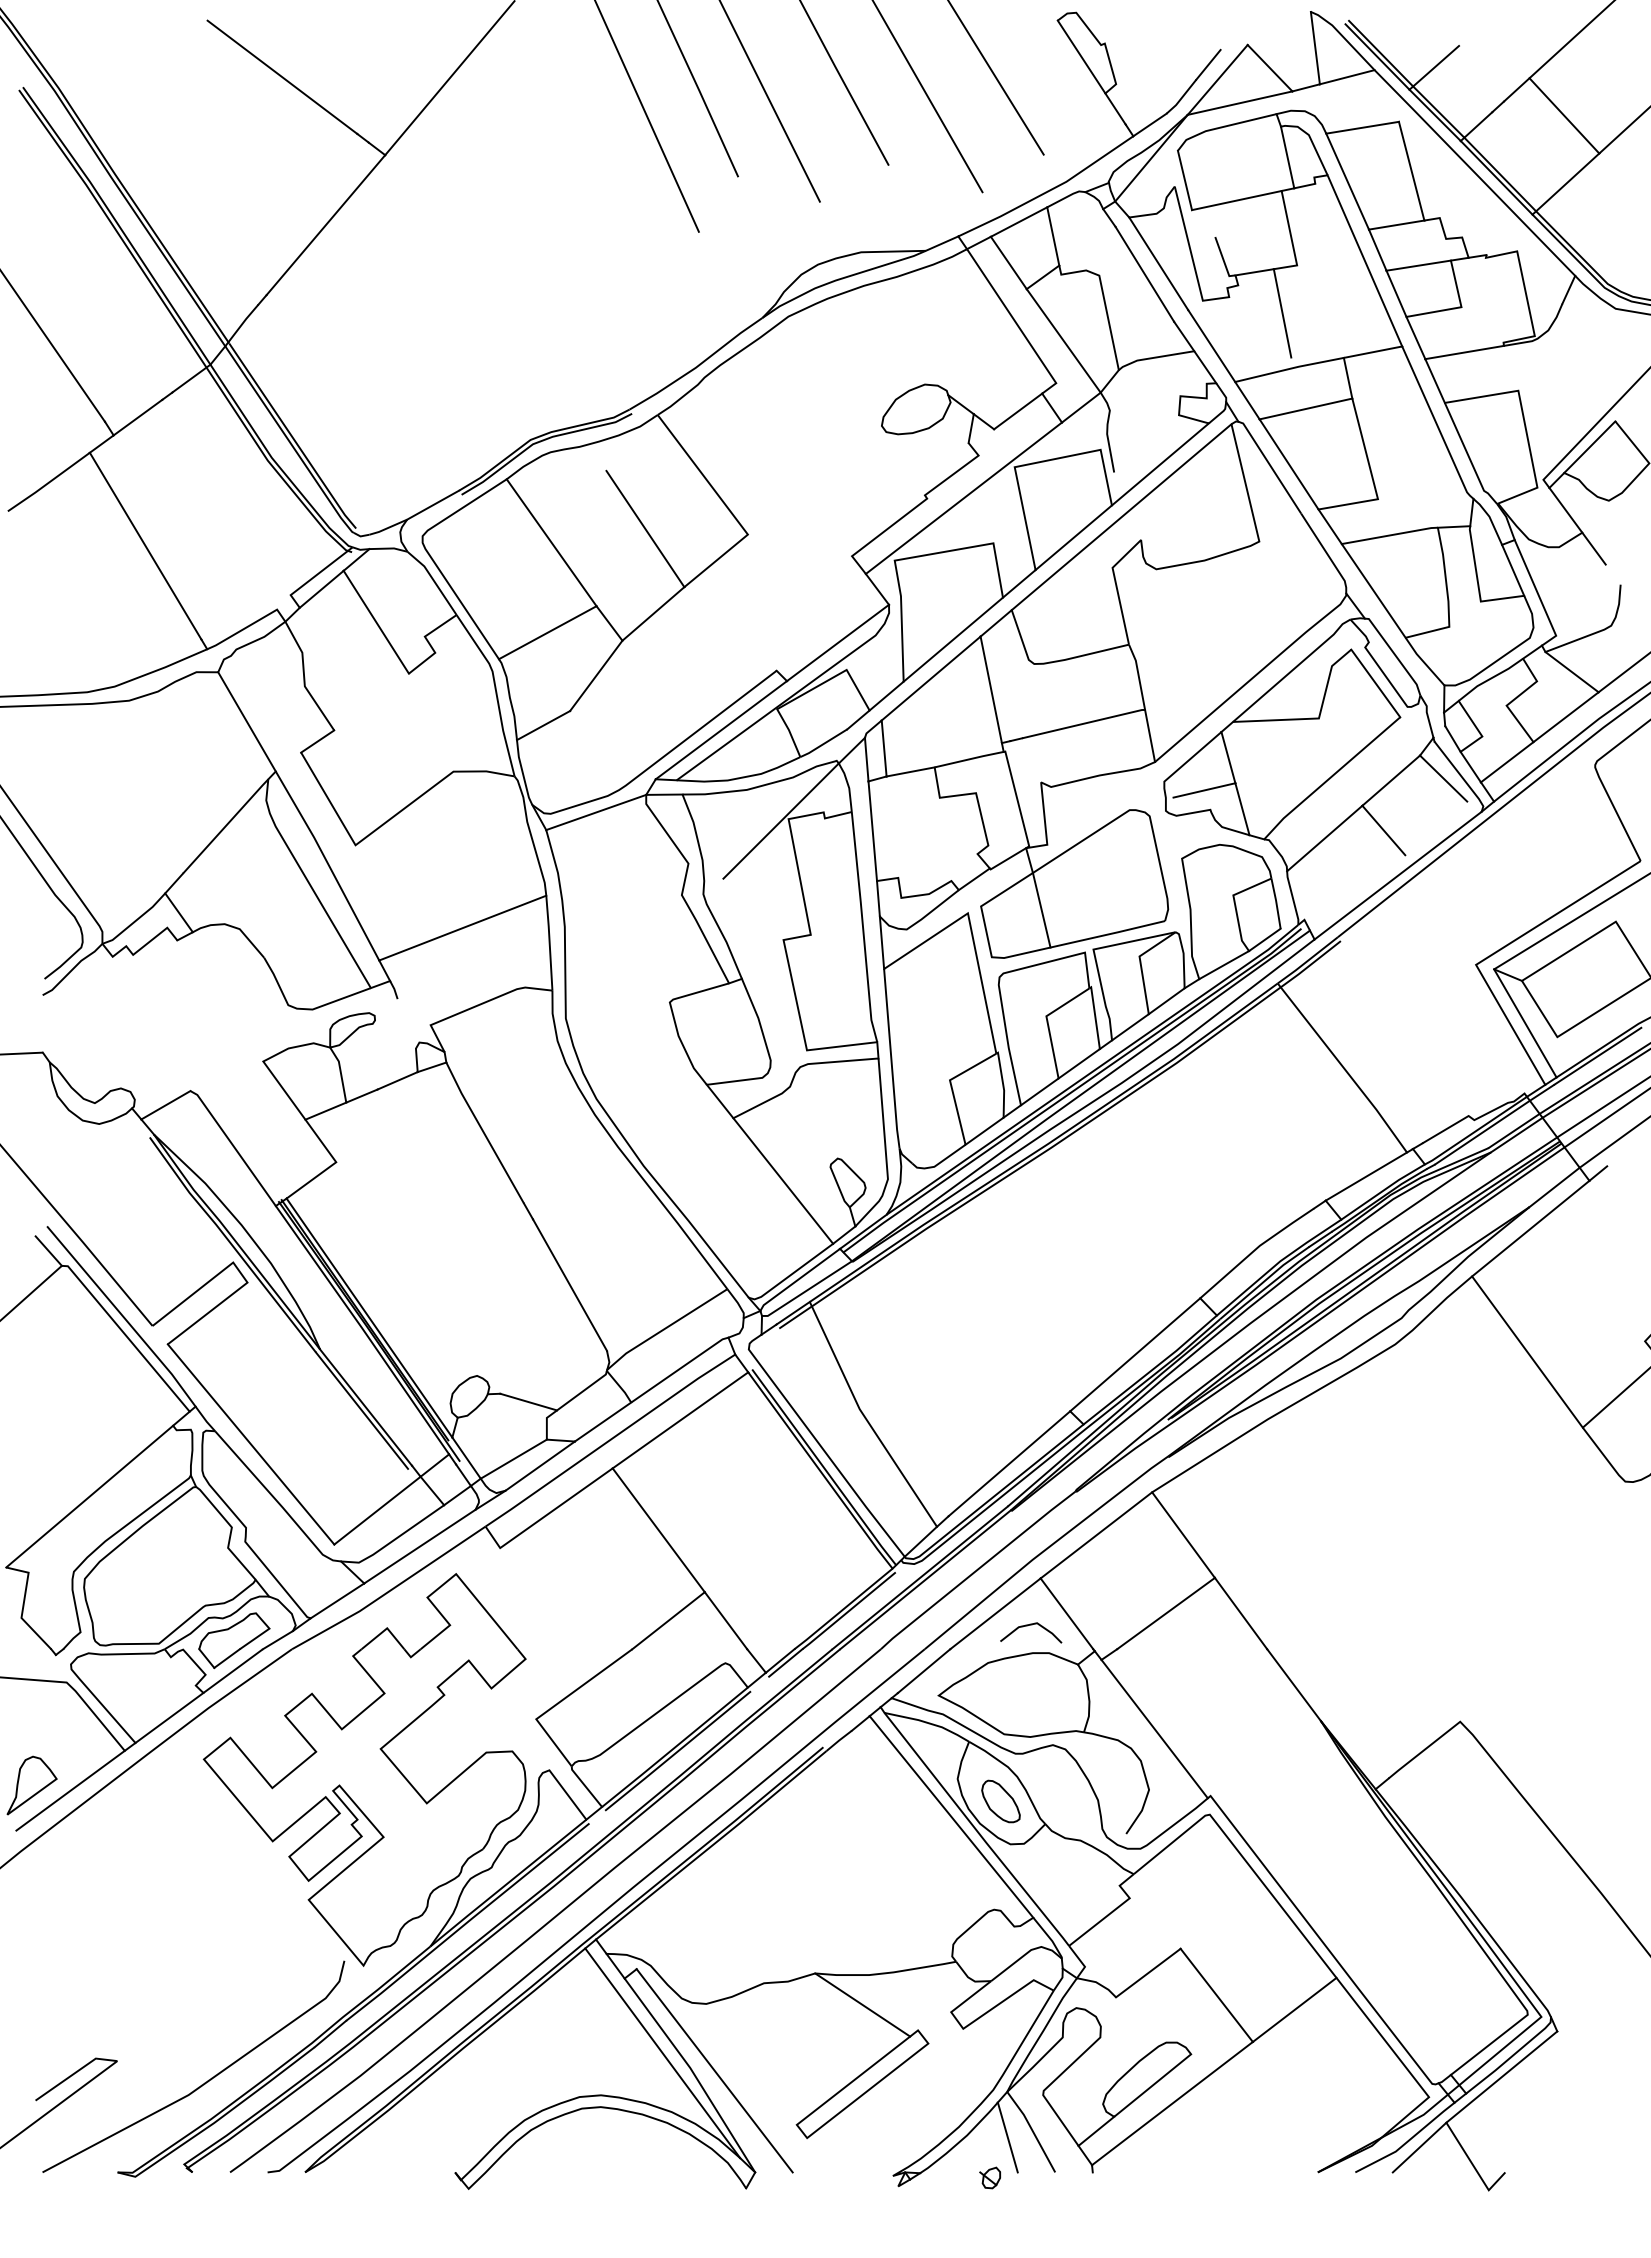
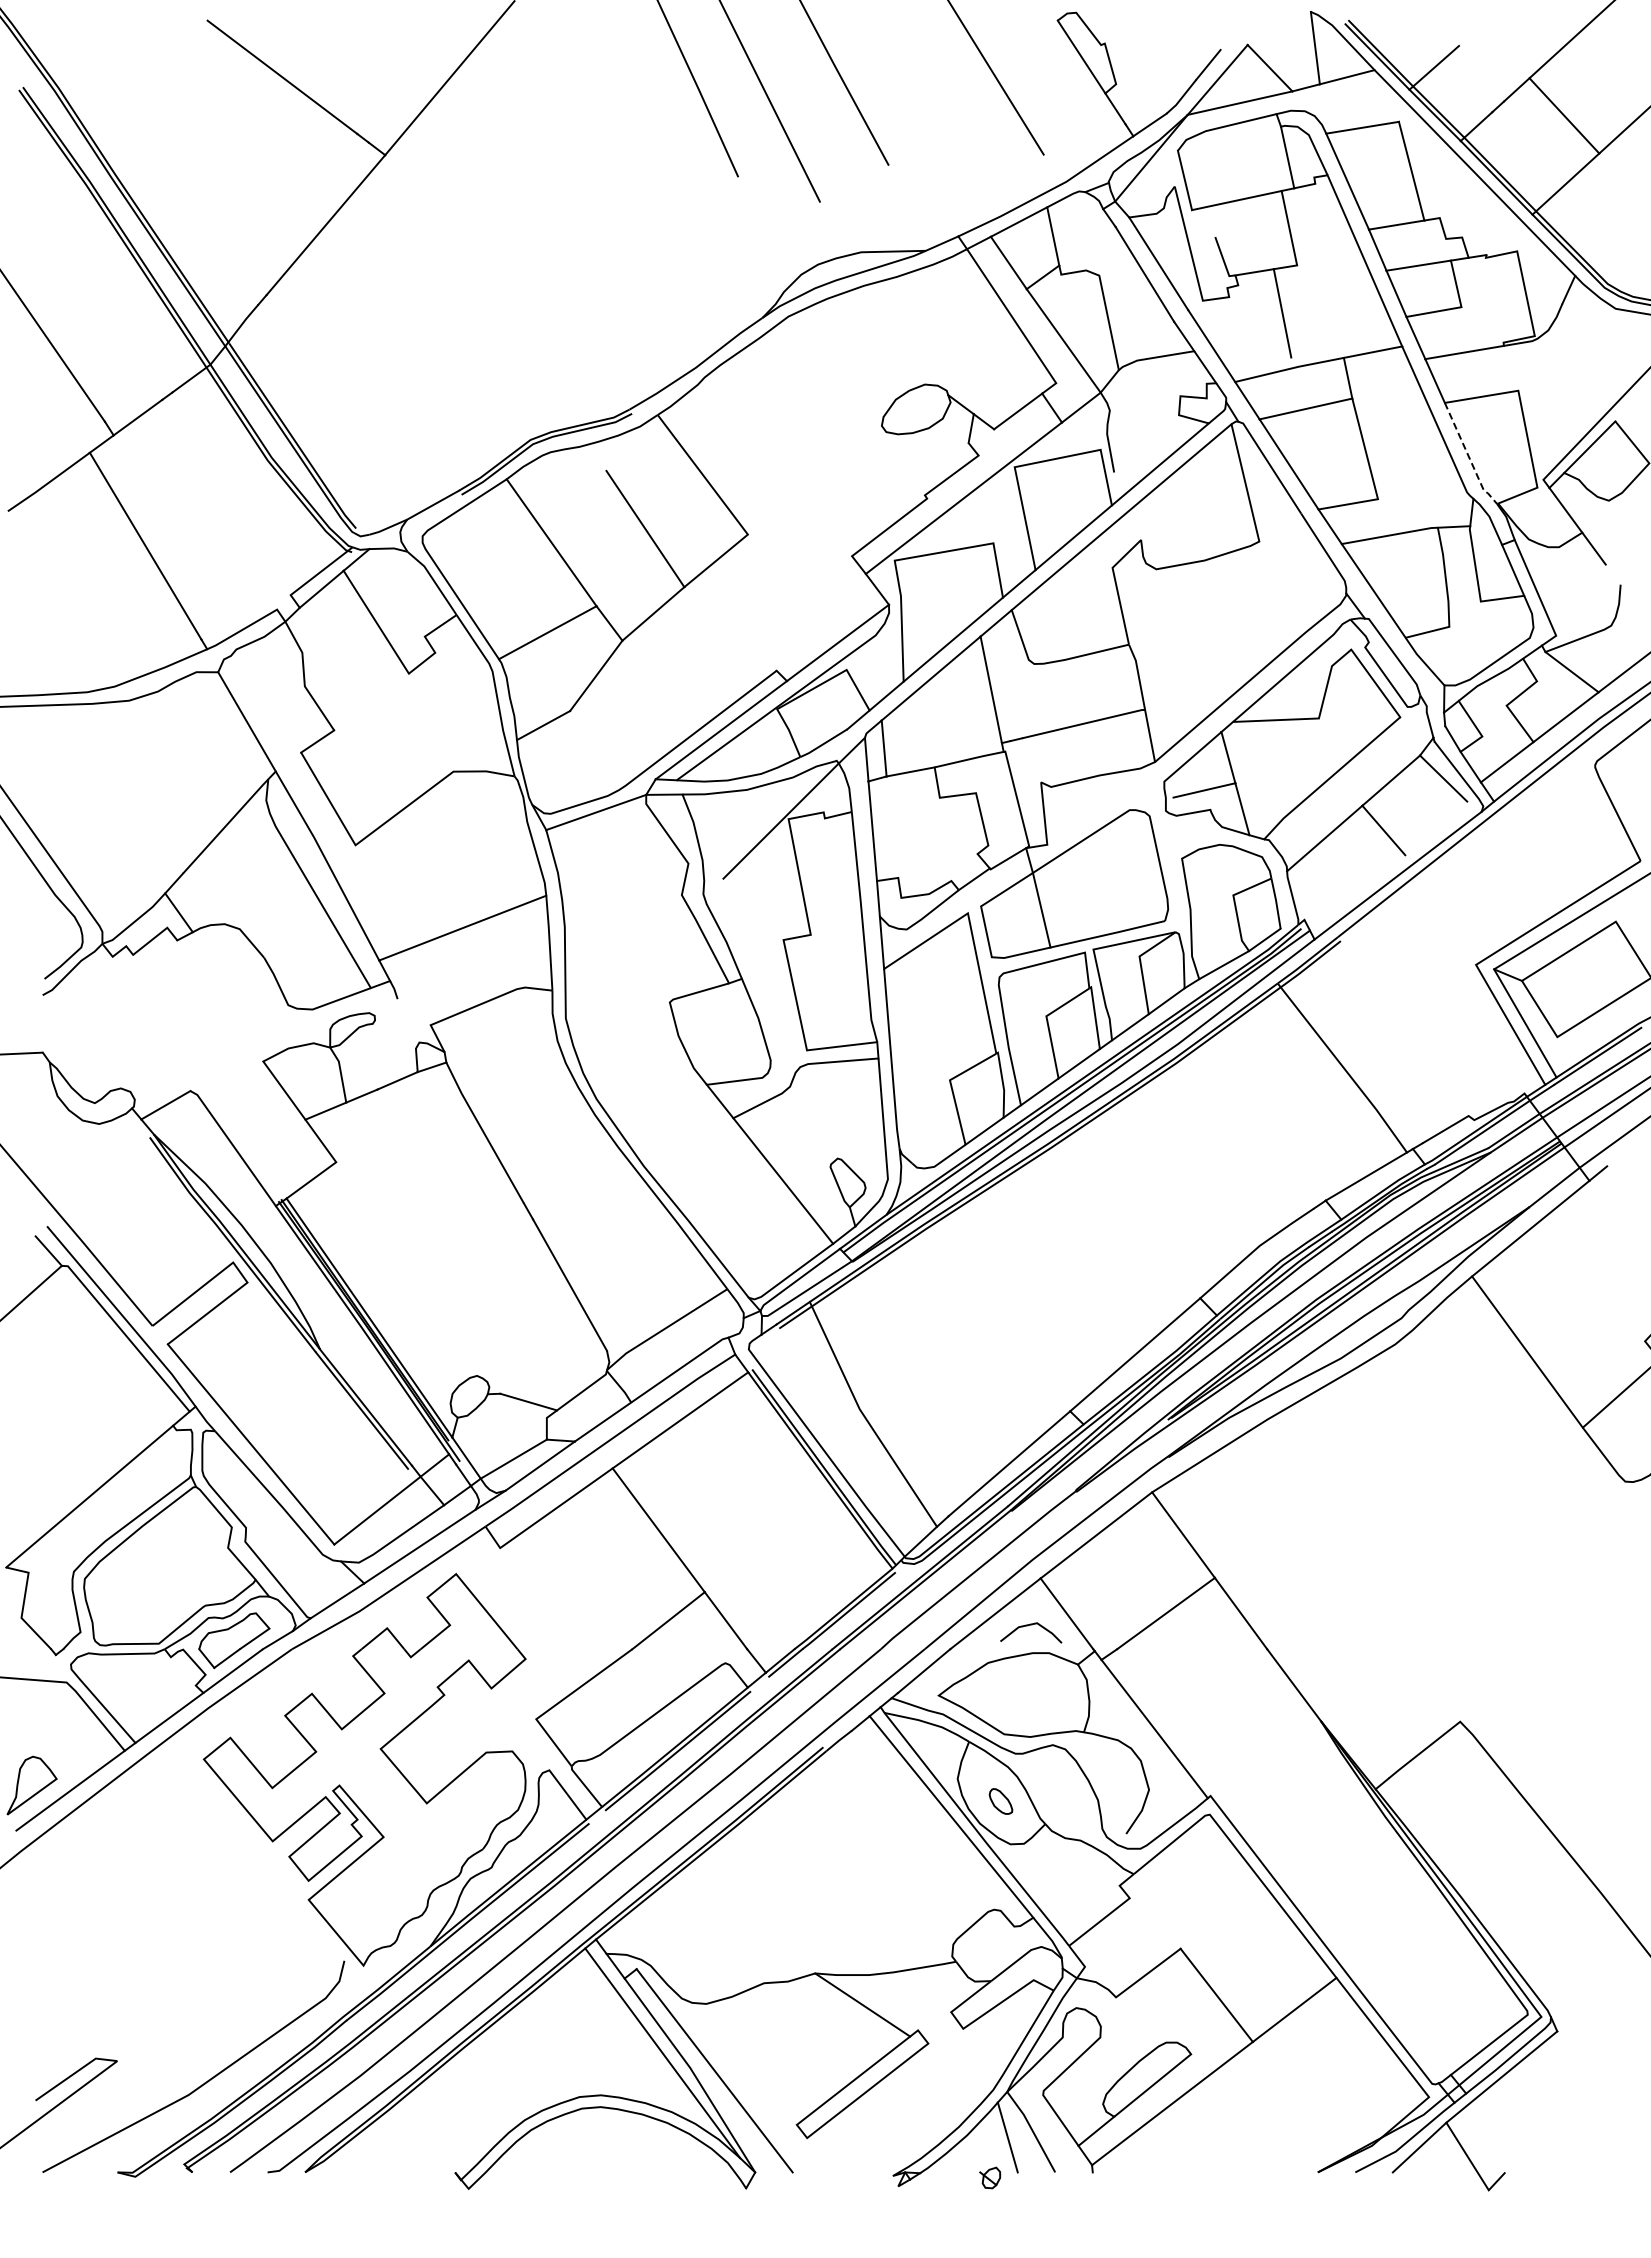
line at (927, 97): present -> none
line at (646, 116): present -> none
line at (1469, 457): solid -> dashed
part at (1000, 1801) size: 40x45 px -> 26x27 px
